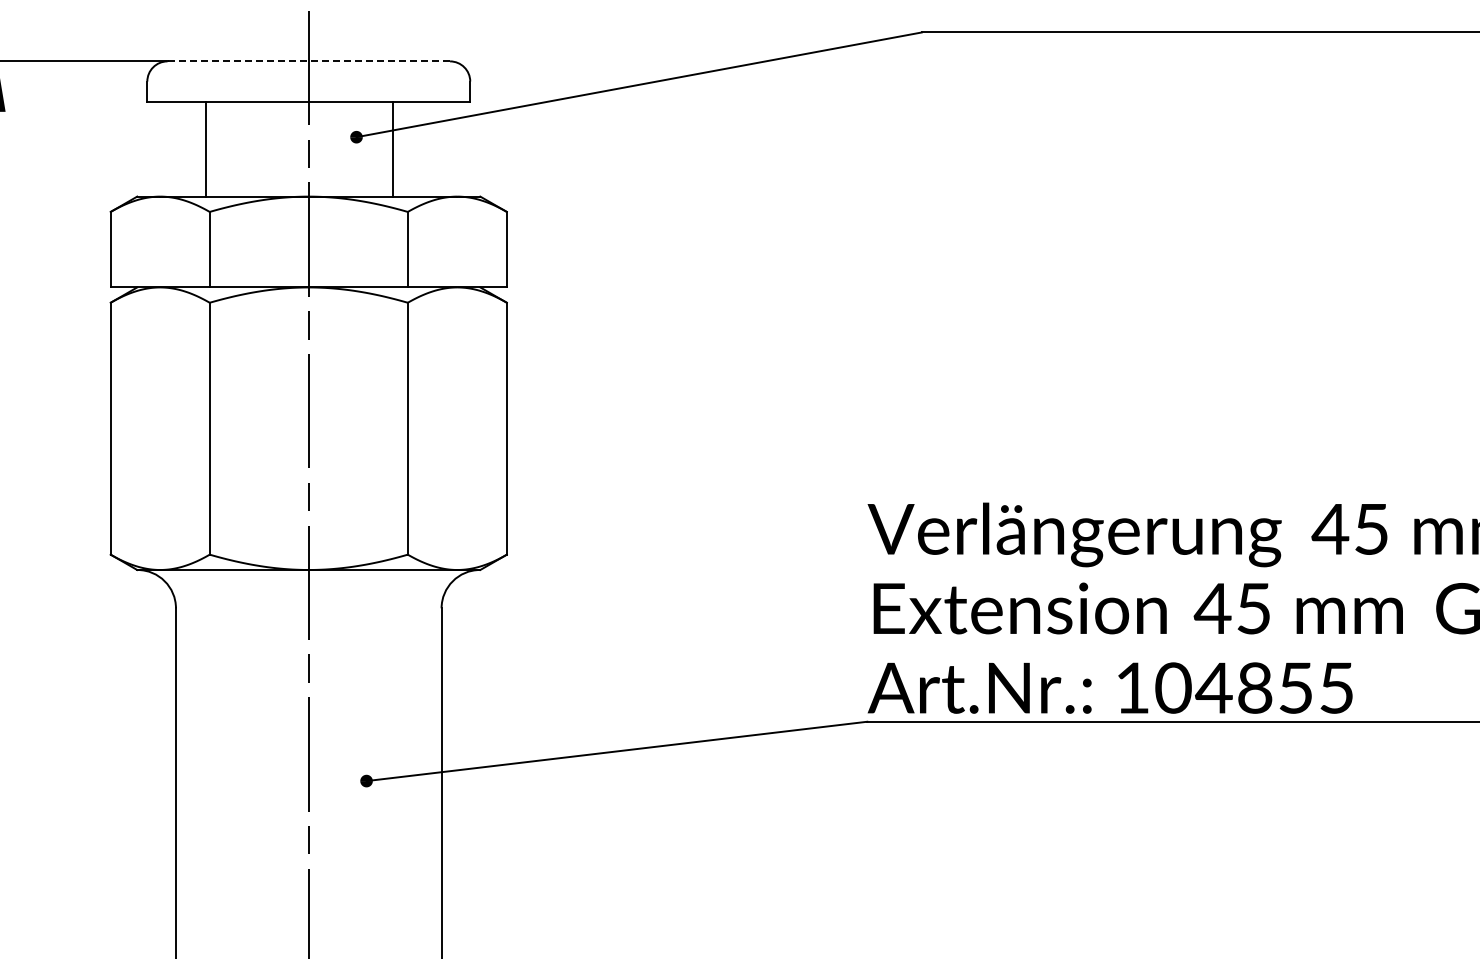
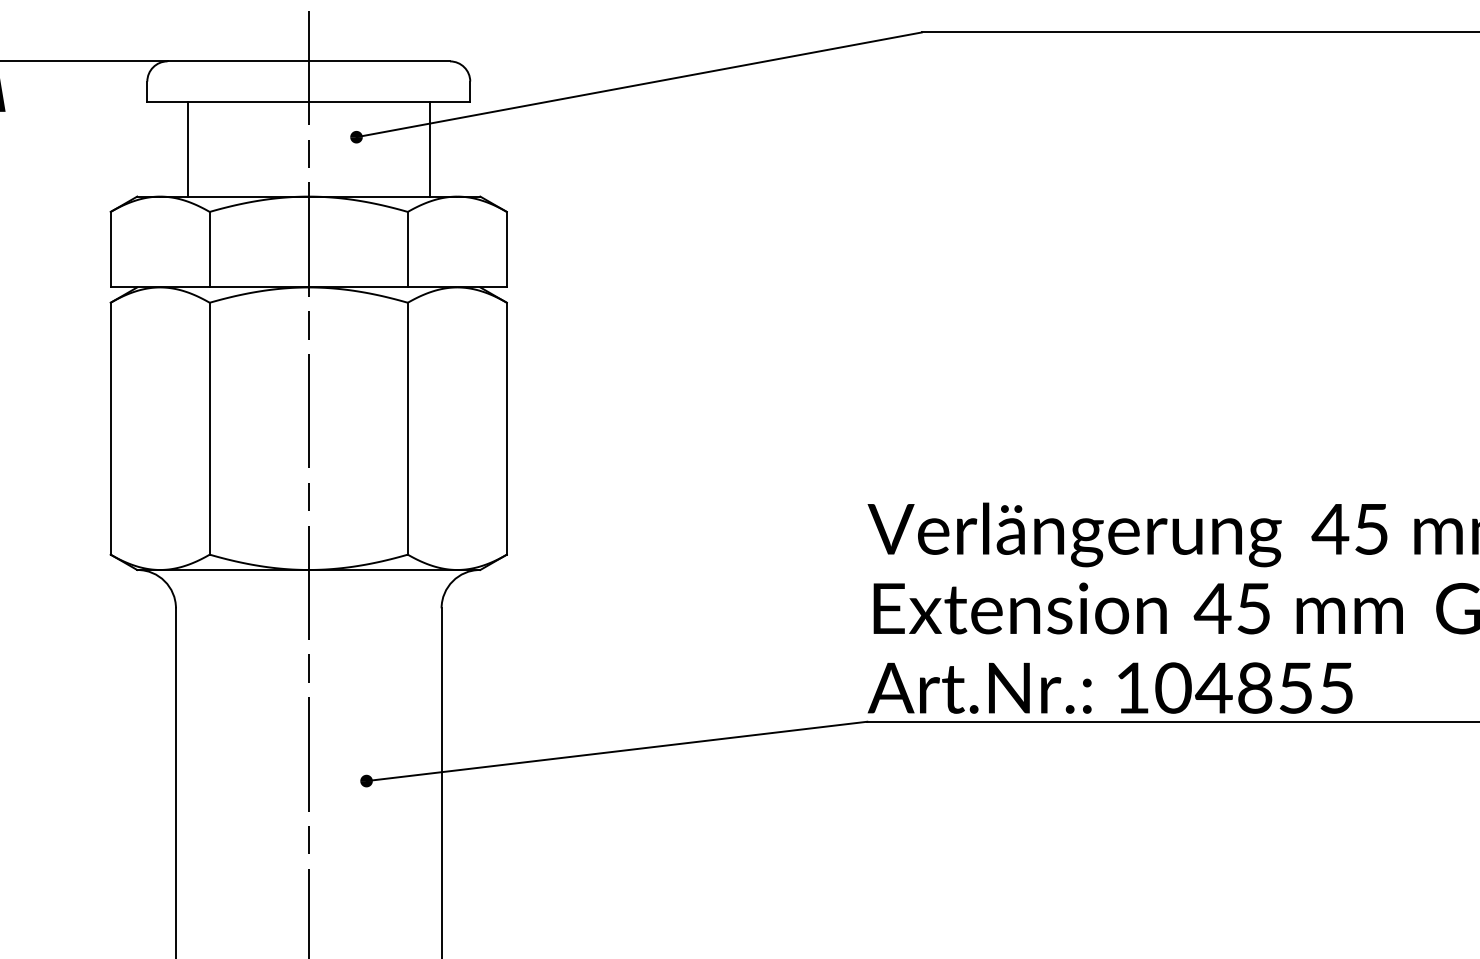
line at (308, 61): dashed -> solid
line at (205, 148) position: (205, 148) -> (187, 148)
line at (392, 148) position: (392, 148) -> (429, 148)
